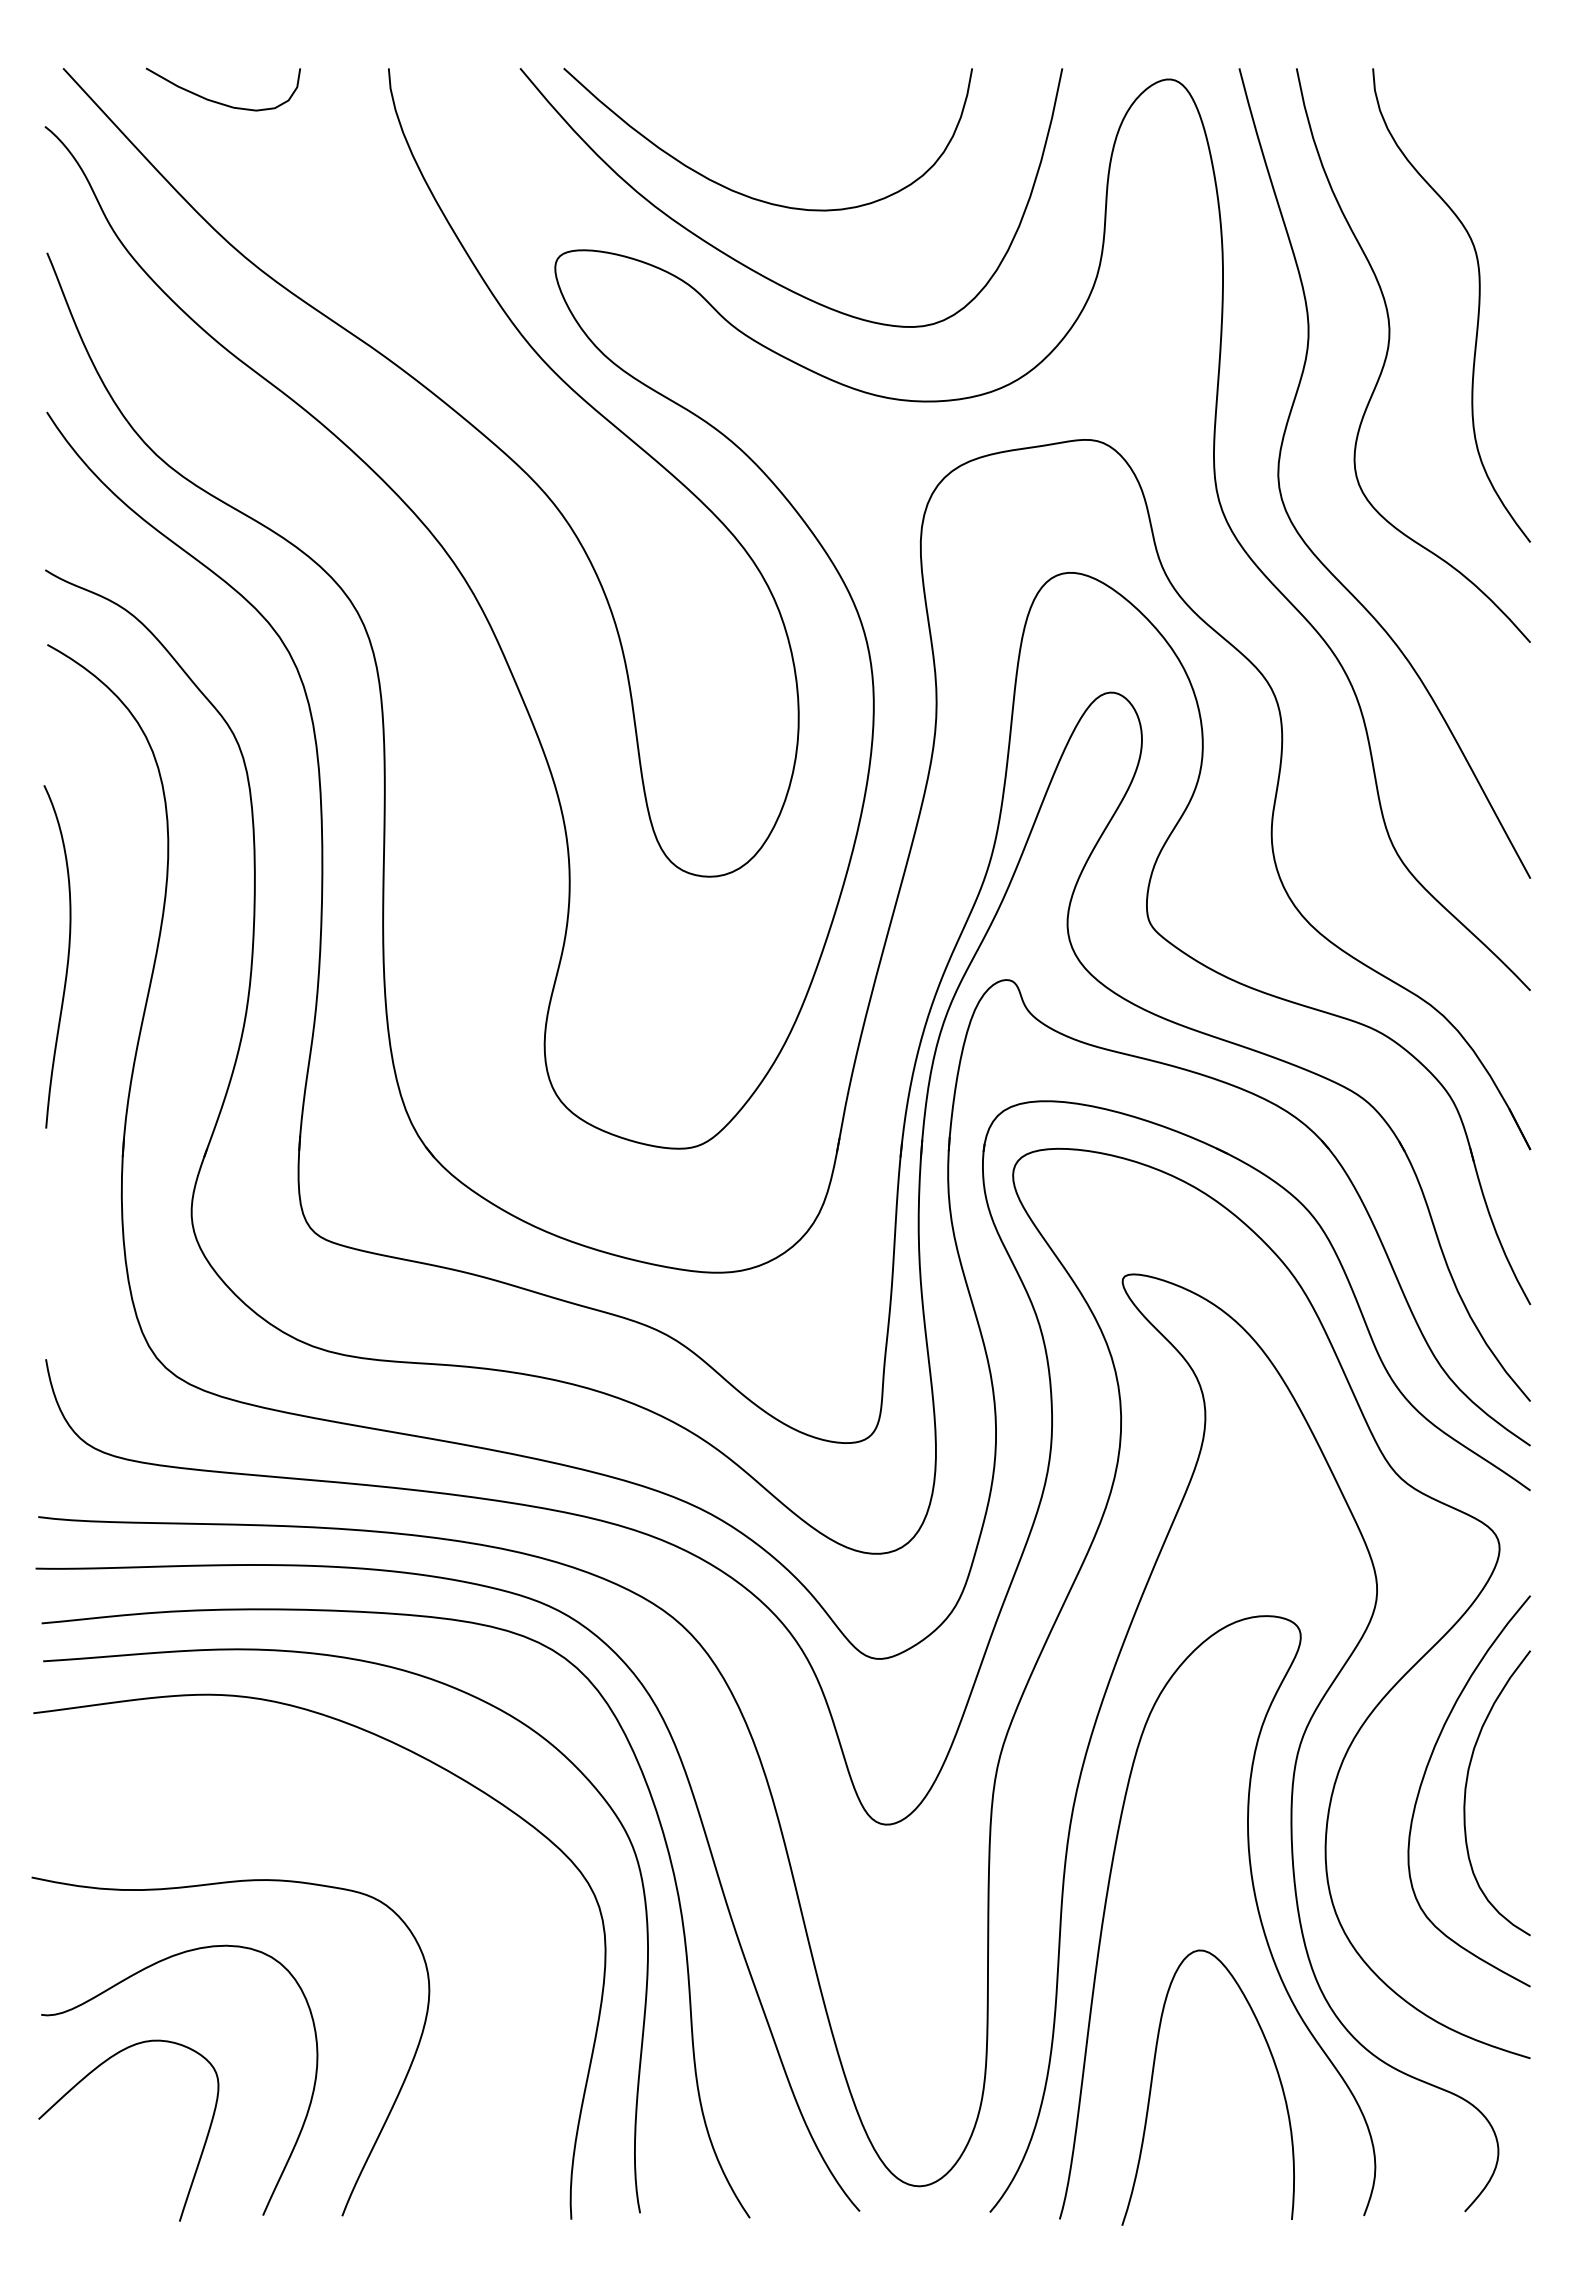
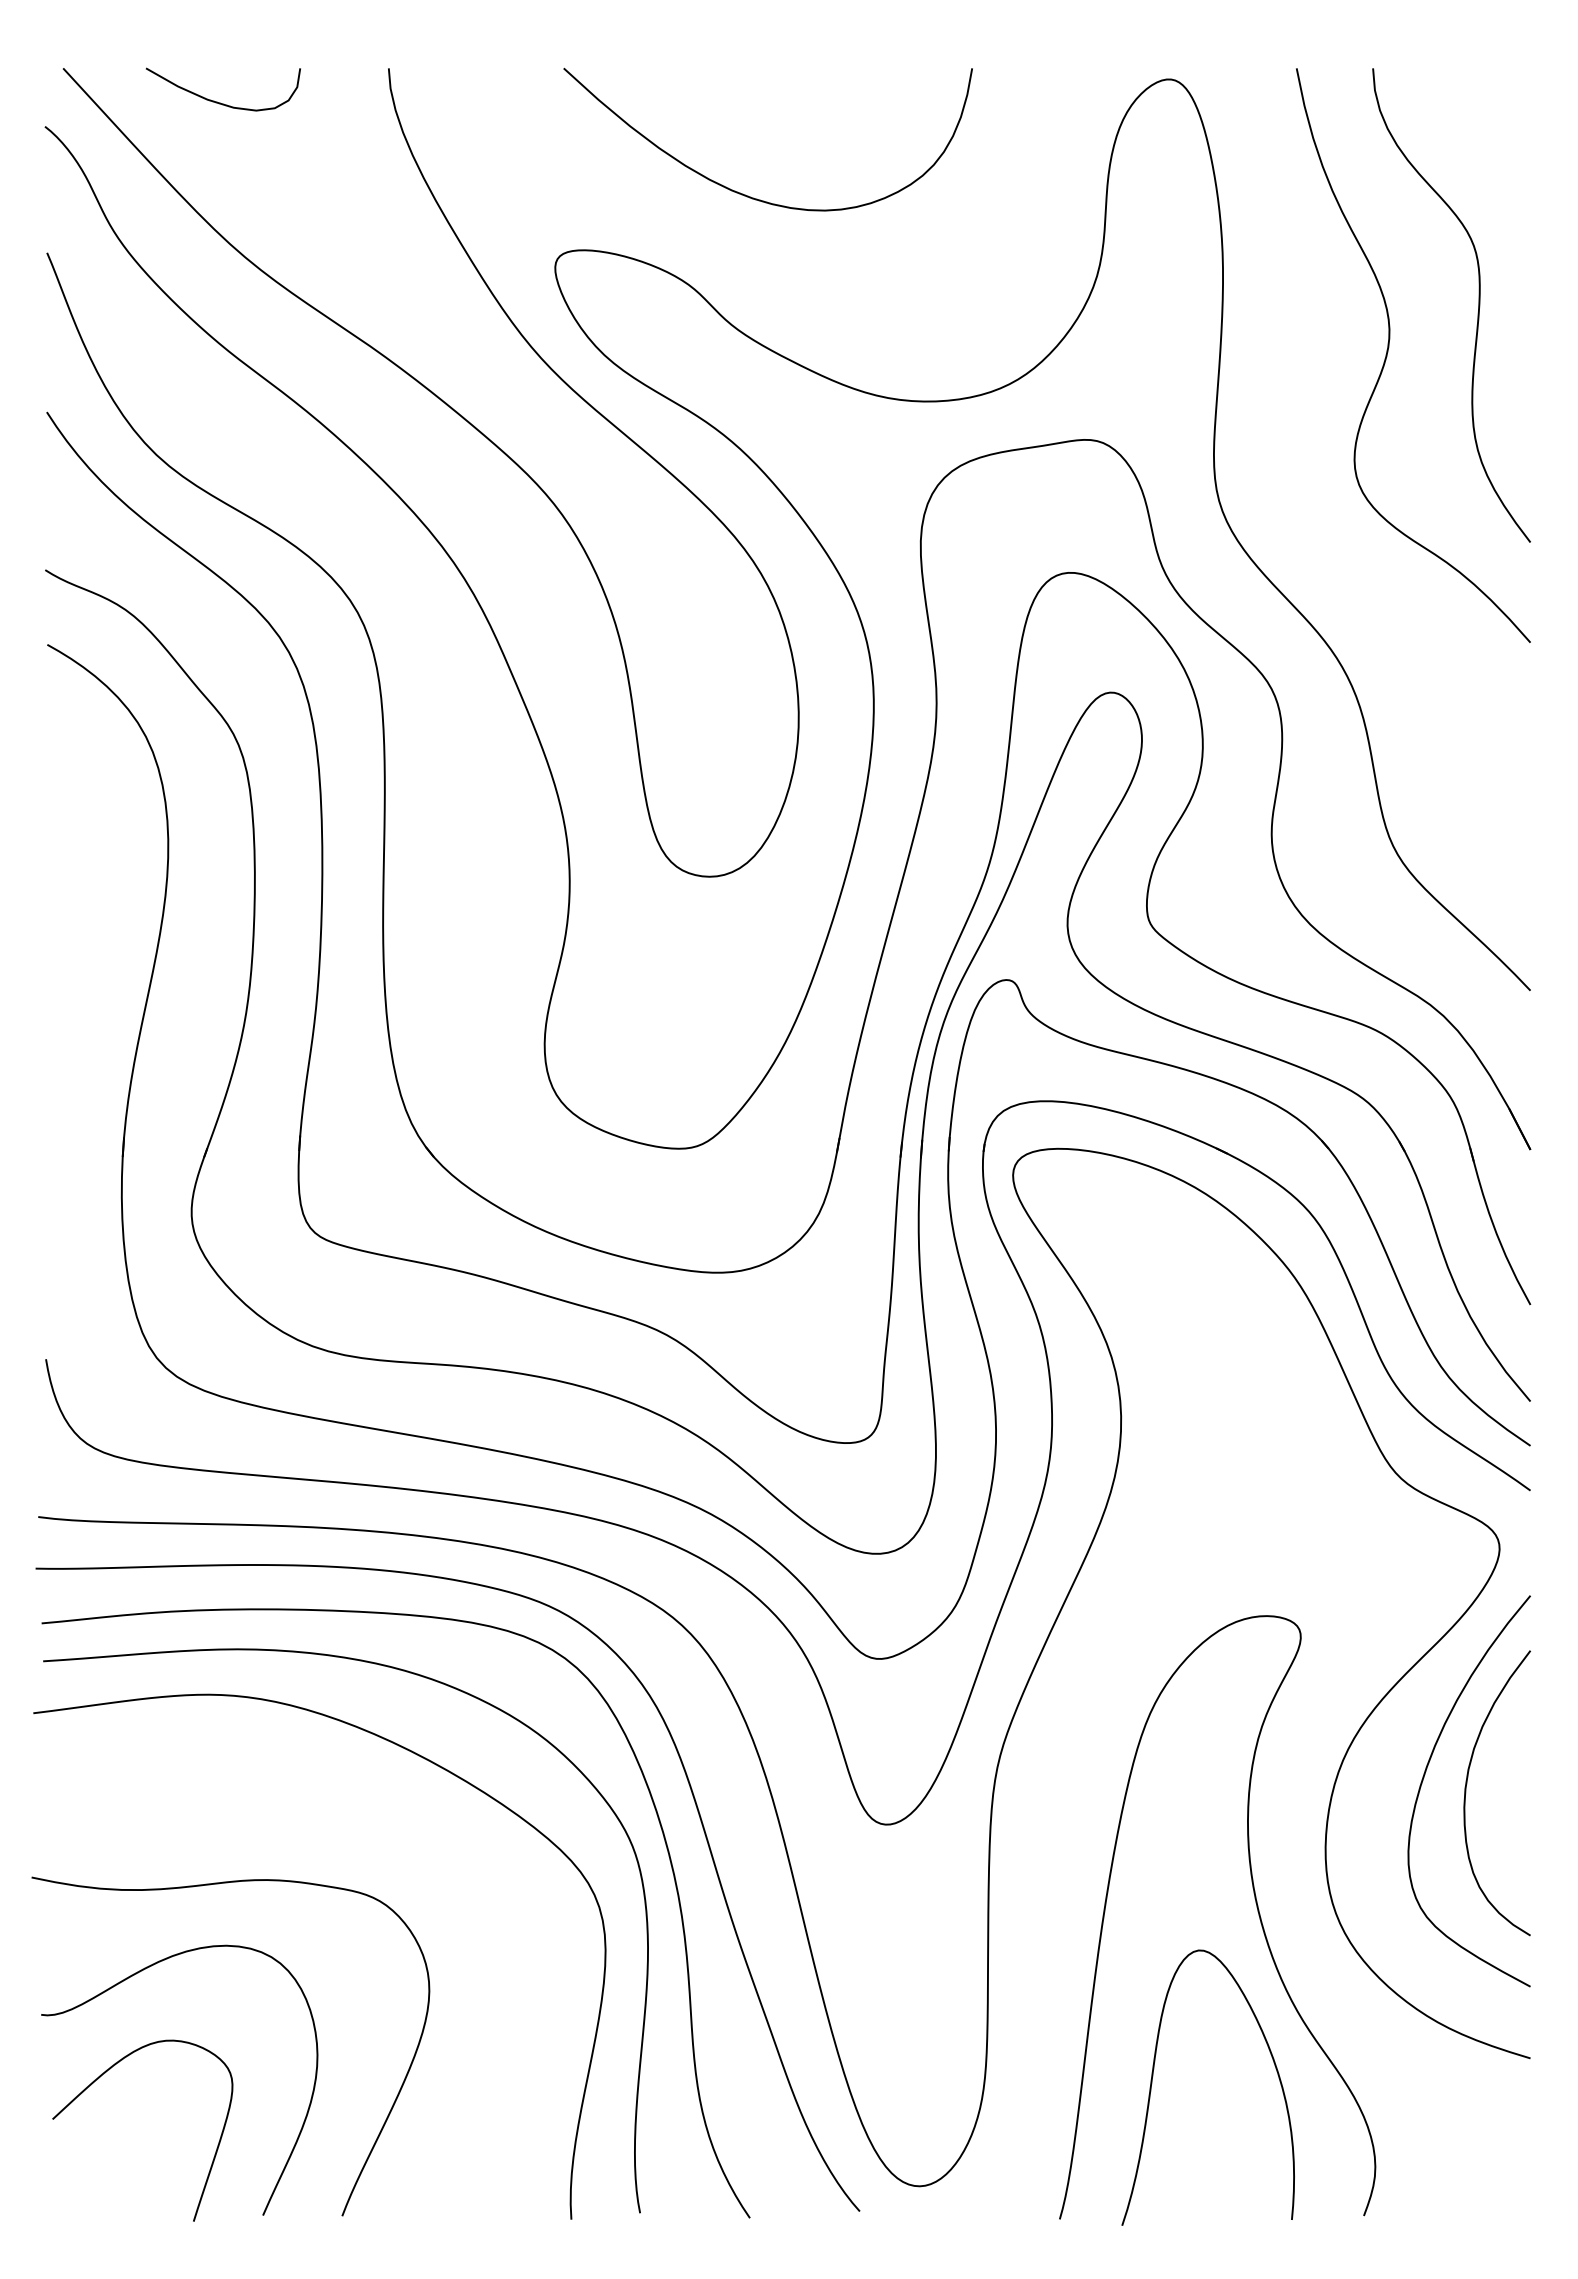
curve at (748, 266): present -> none
curve at (1295, 526): present -> none
curve at (67, 956): present -> none
curve at (1296, 1753): present -> none
curve at (84, 2079) position: (84, 2079) -> (98, 2079)
